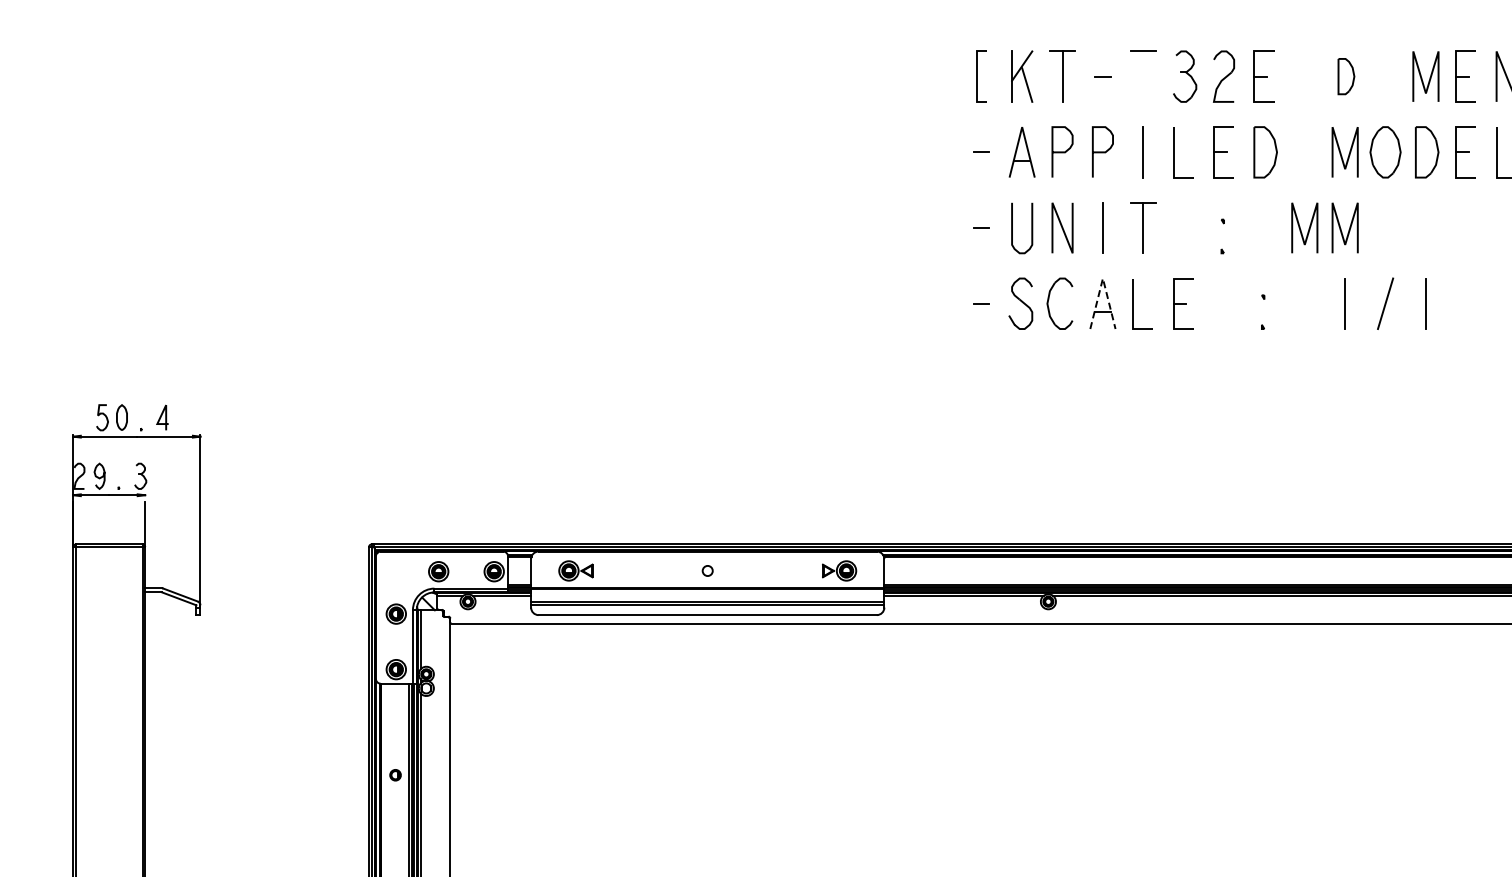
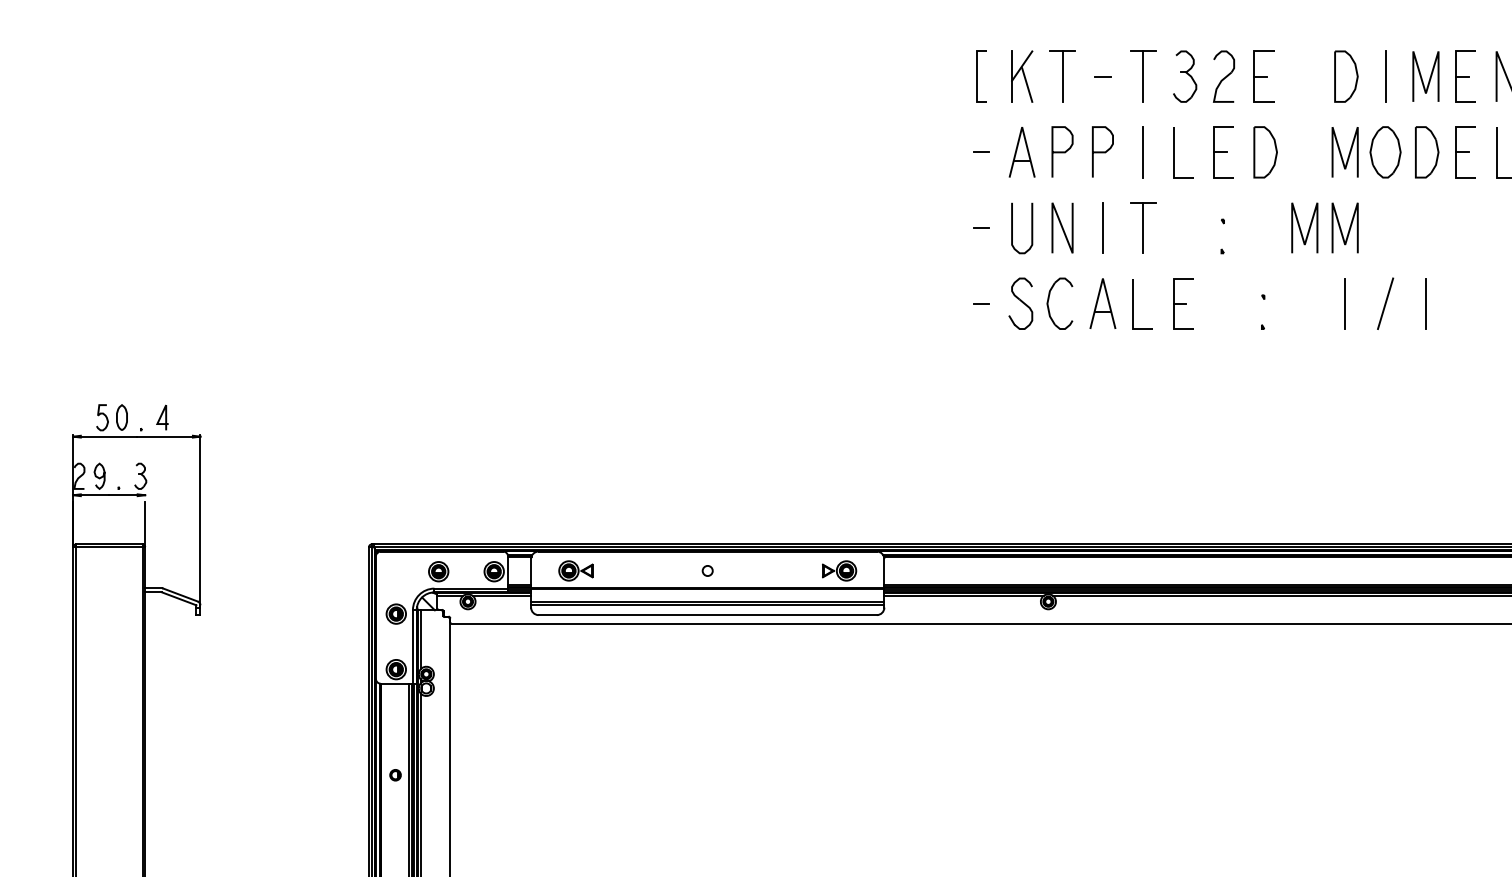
line at (1143, 76): none -> present
part at (1346, 76) size: 19x38 px -> 25x53 px
line at (1385, 76): none -> present
line at (1102, 278): dashed -> solid
